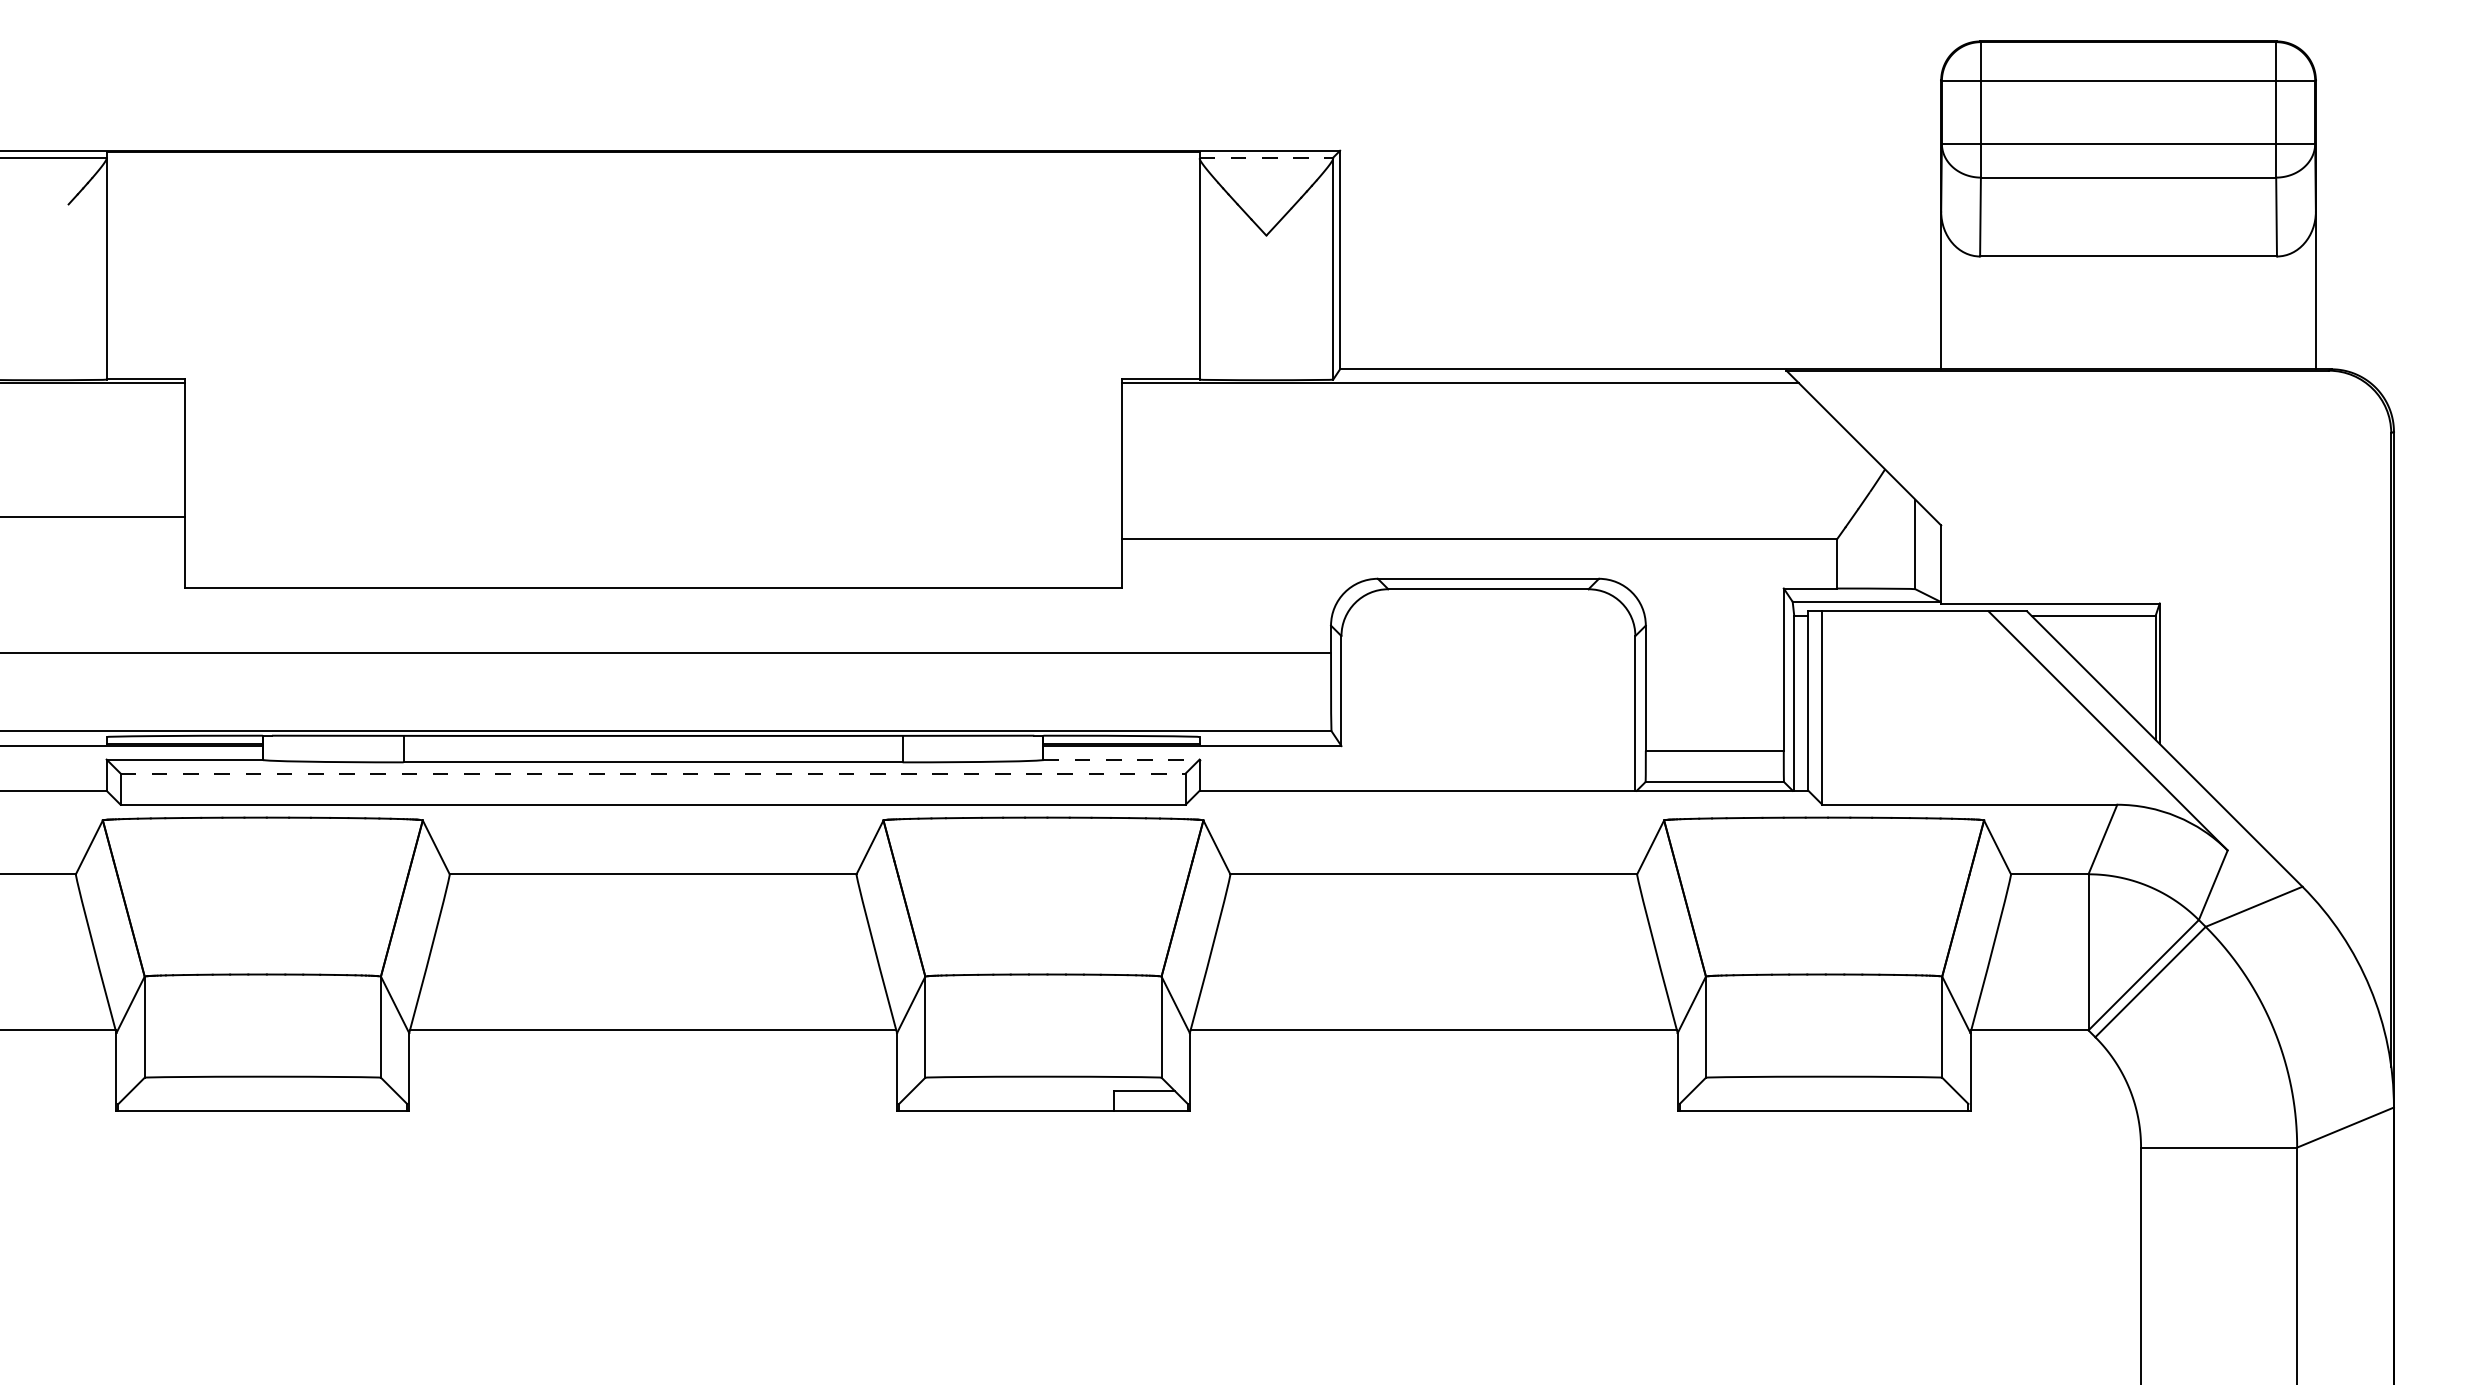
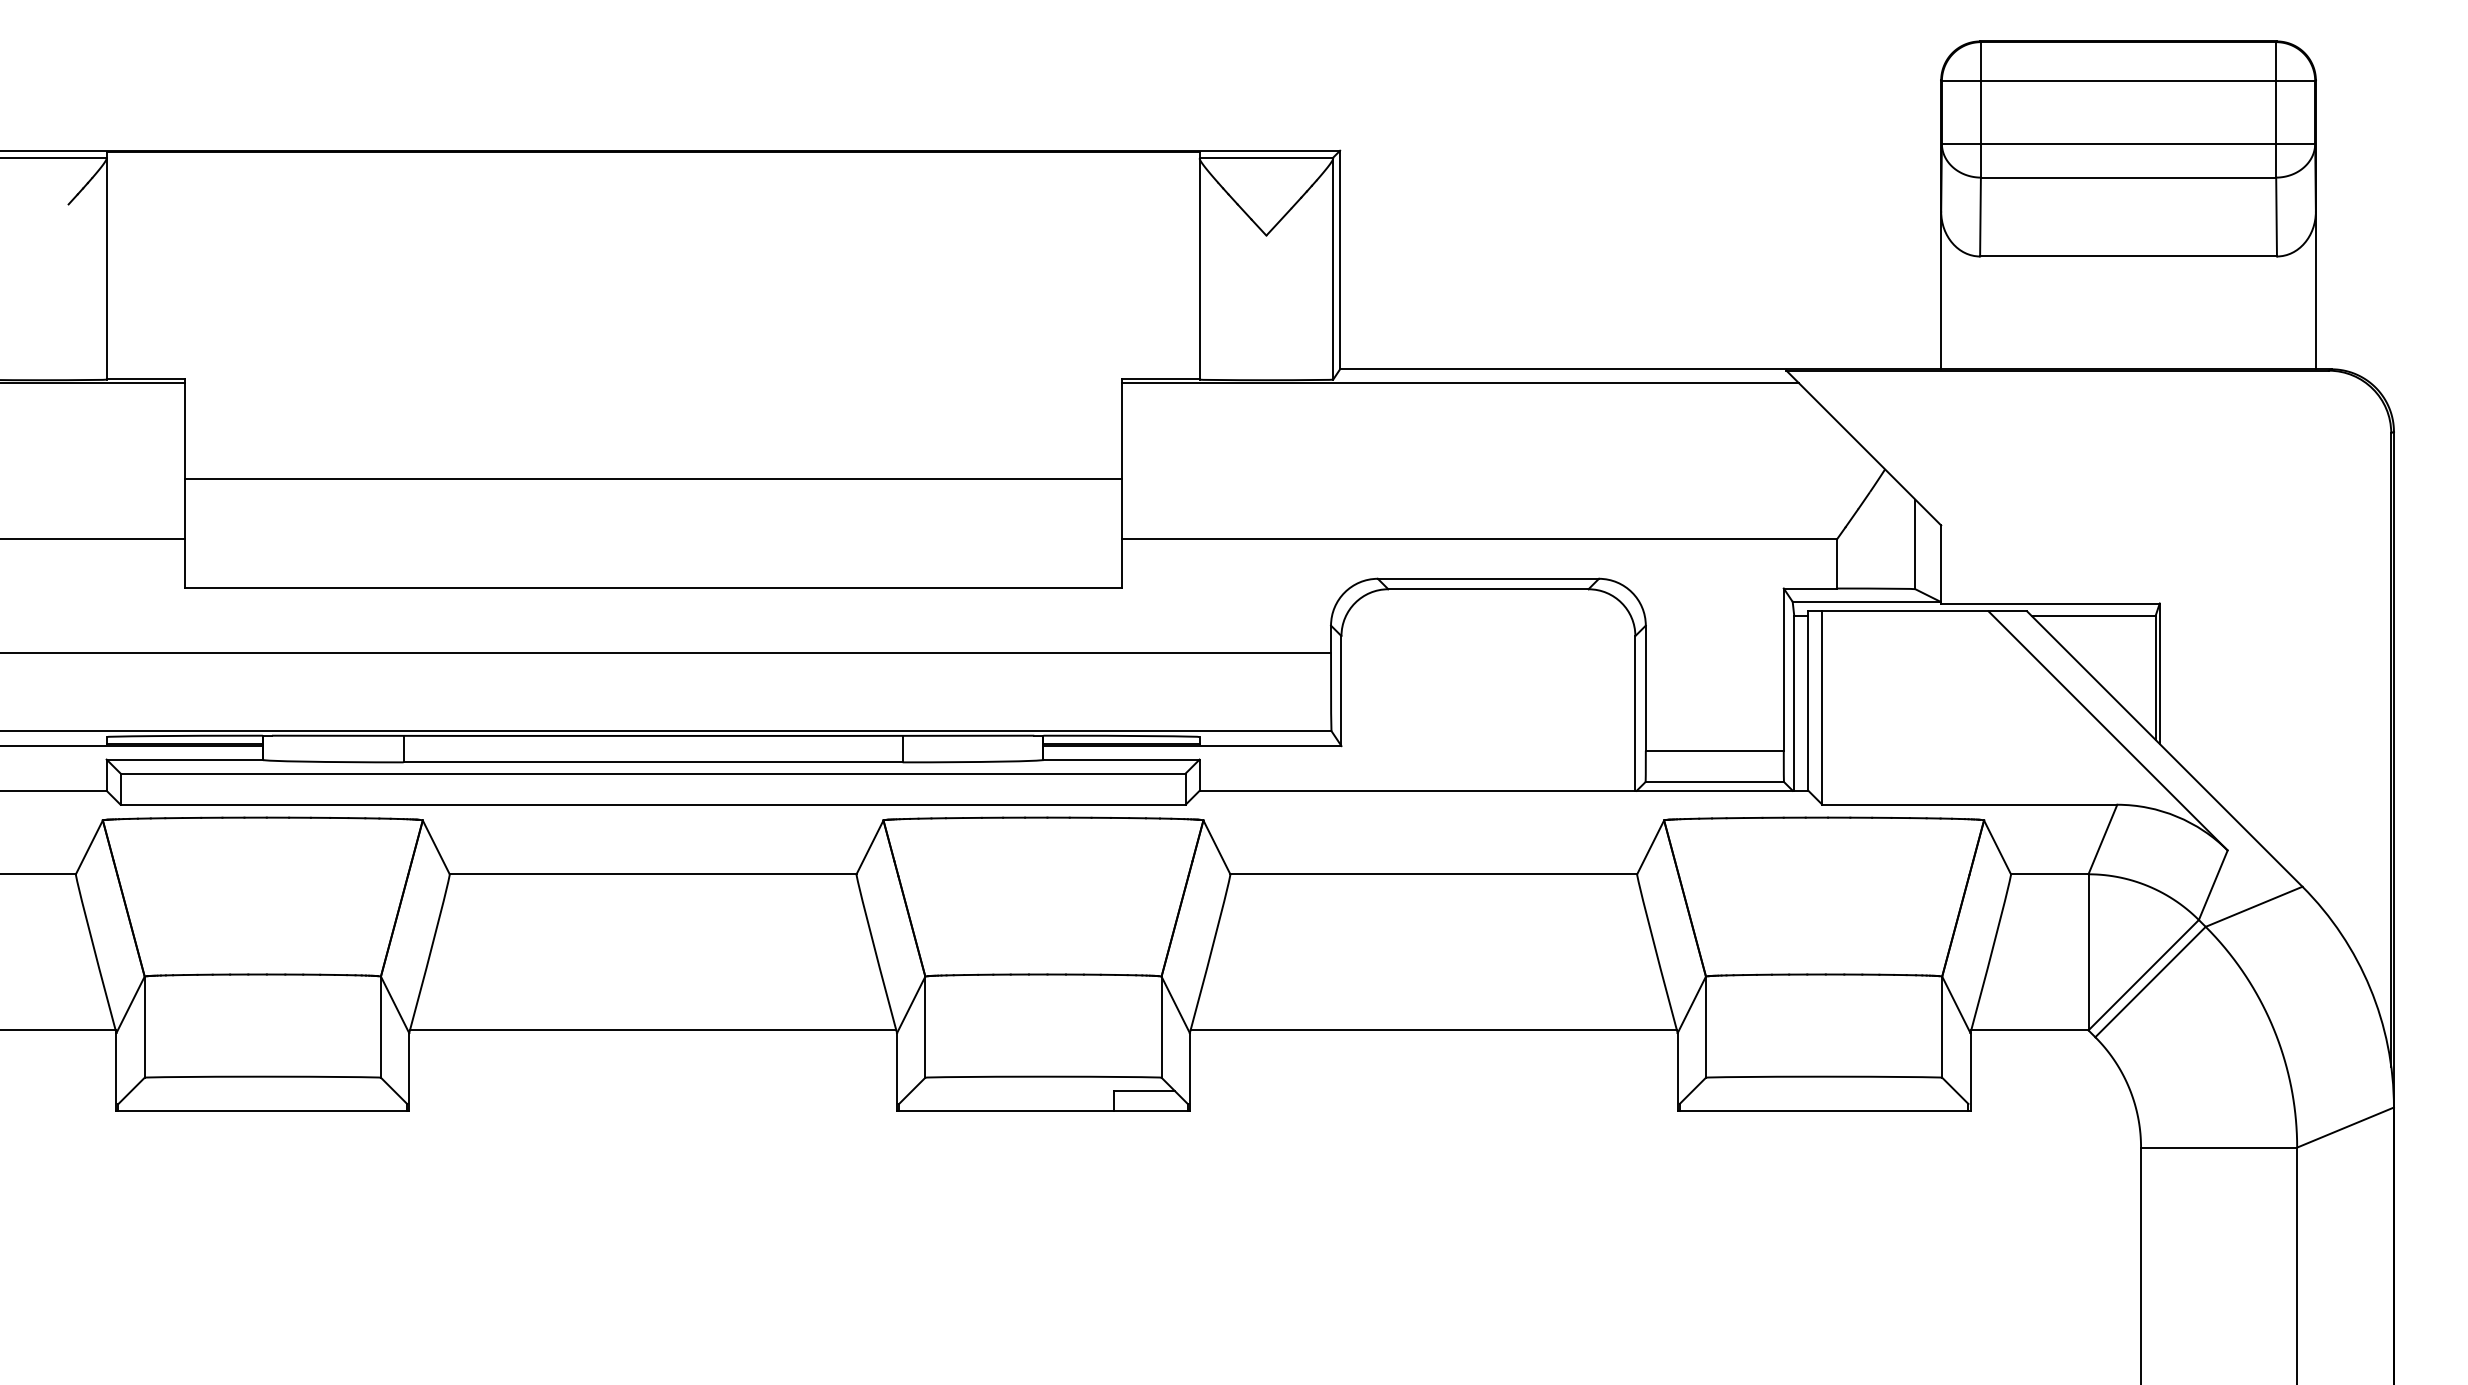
line at (1266, 157): dashed -> solid
line at (652, 478): none -> present
line at (93, 517) position: (93, 517) -> (93, 539)
line at (1122, 759): dashed -> solid
line at (653, 773): dashed -> solid
